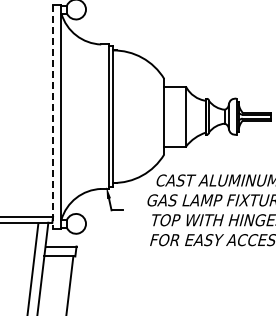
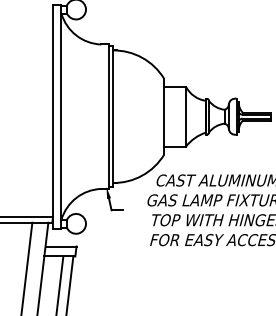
line at (53, 116): dashed -> solid
line at (32, 267) position: (32, 267) -> (26, 267)
line at (59, 284): none -> present
